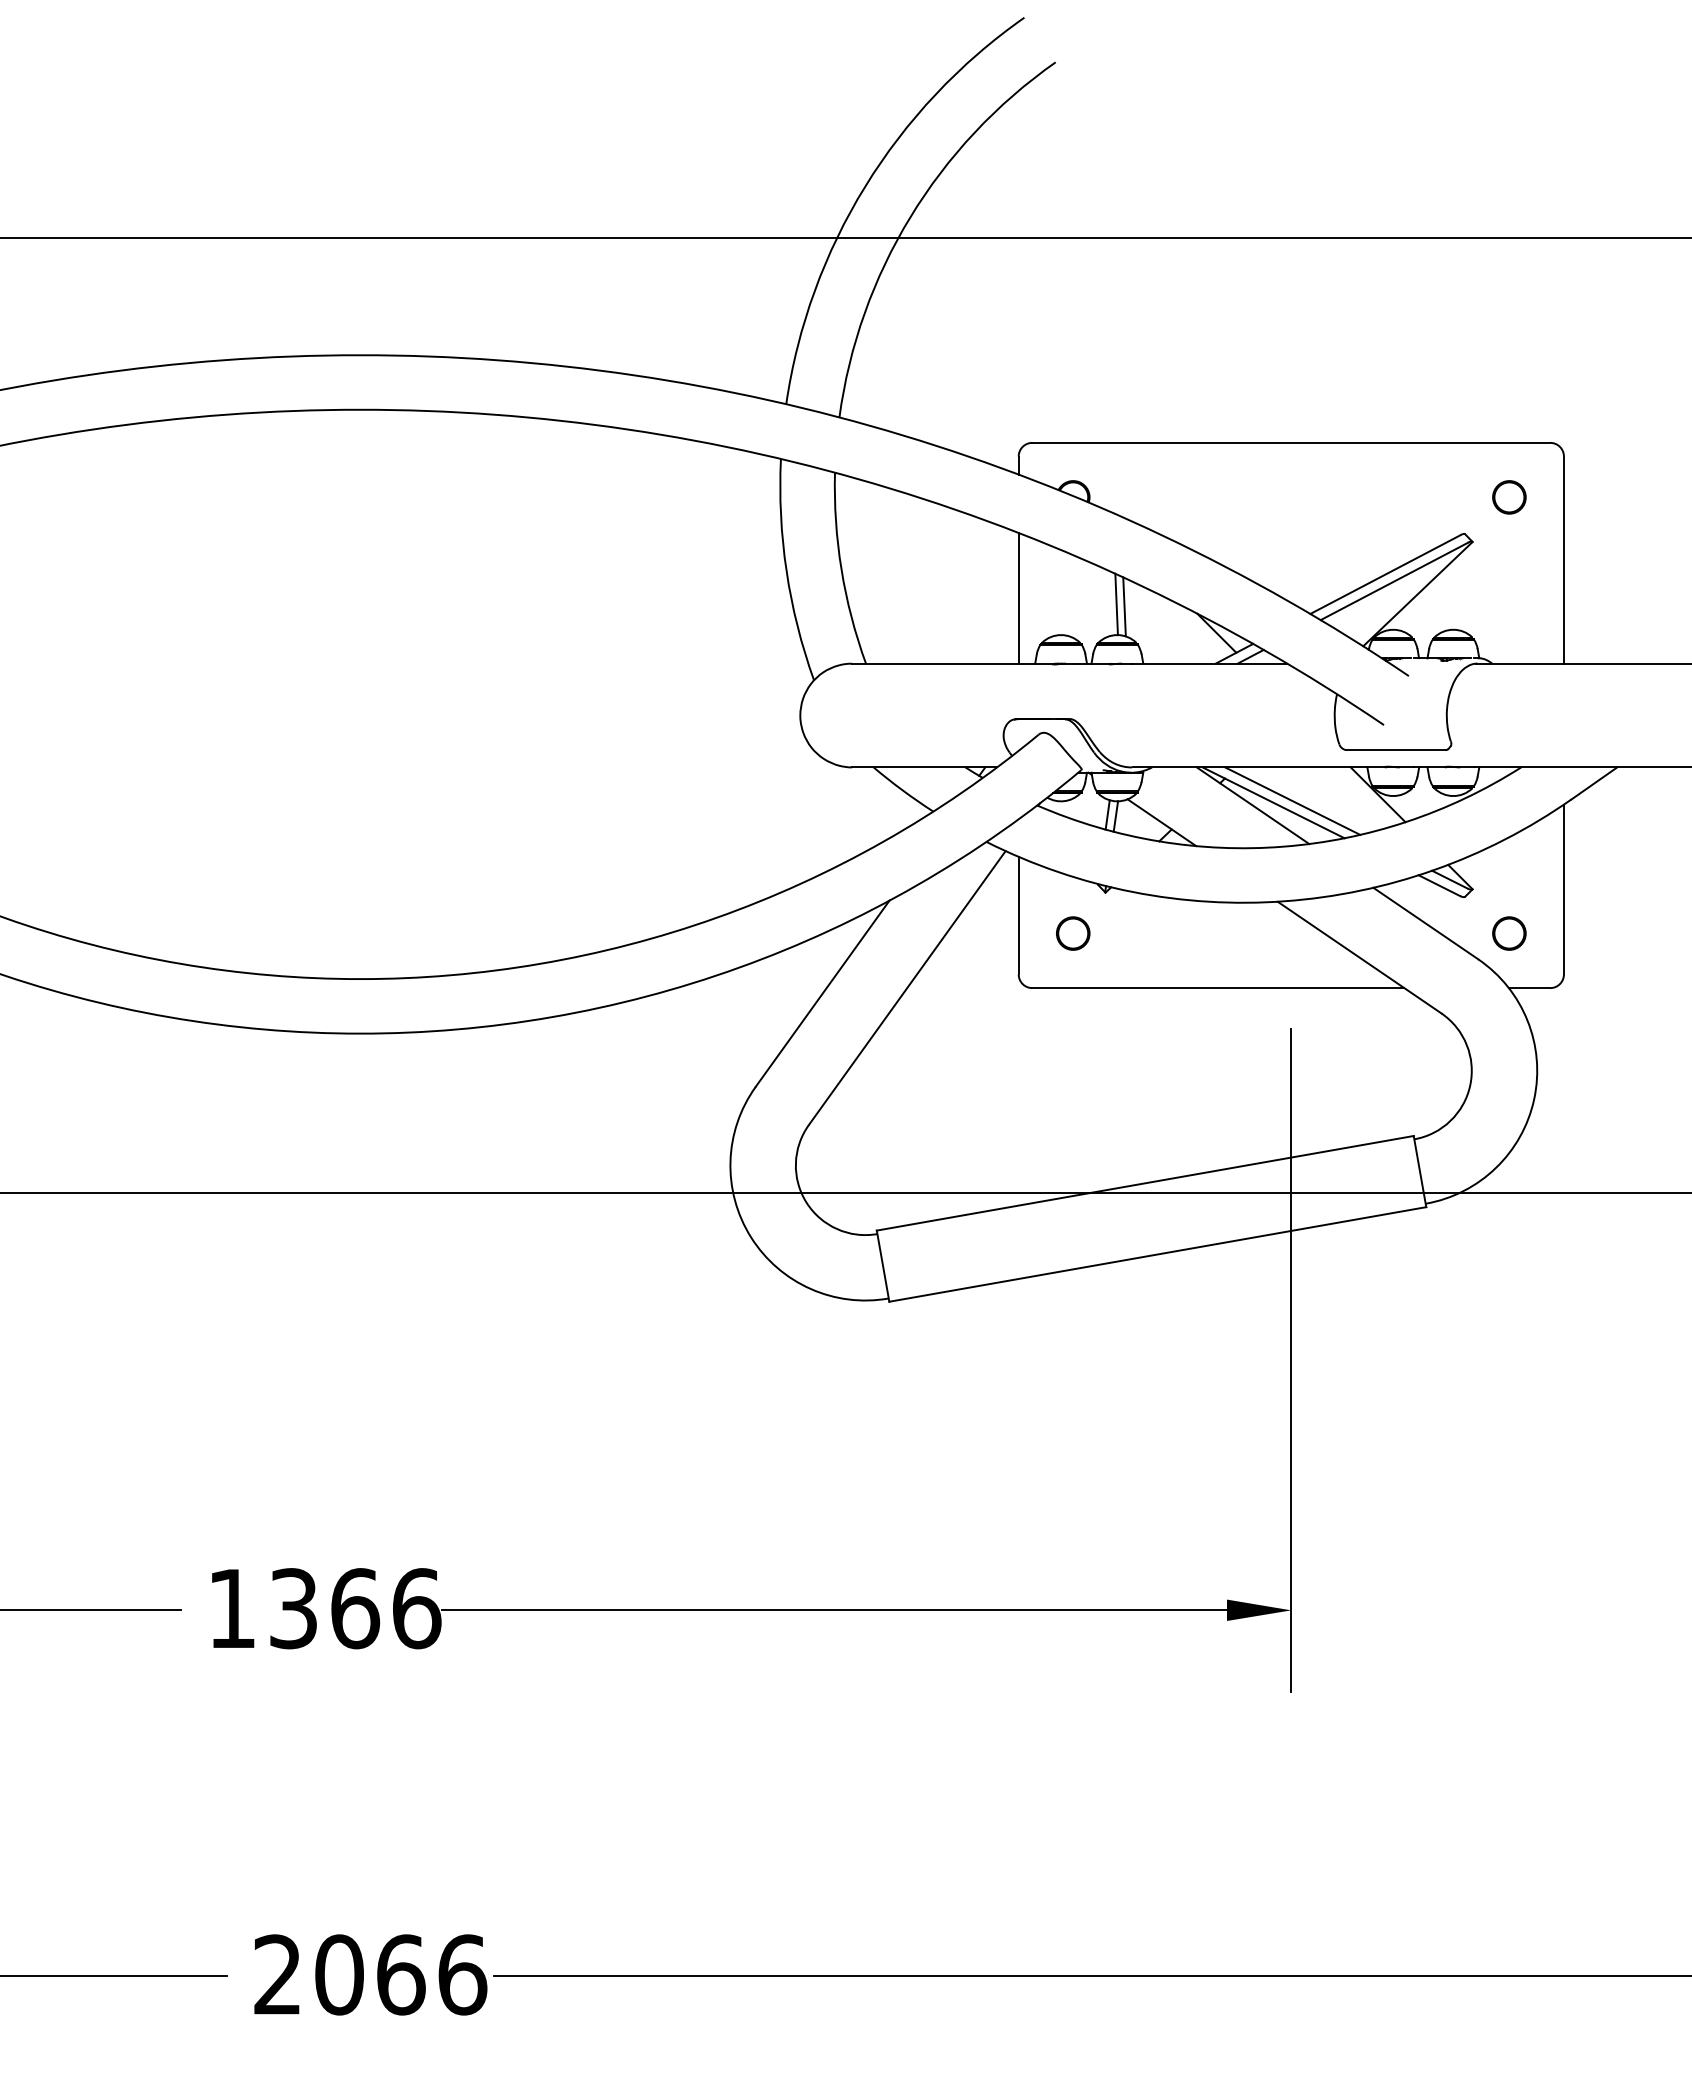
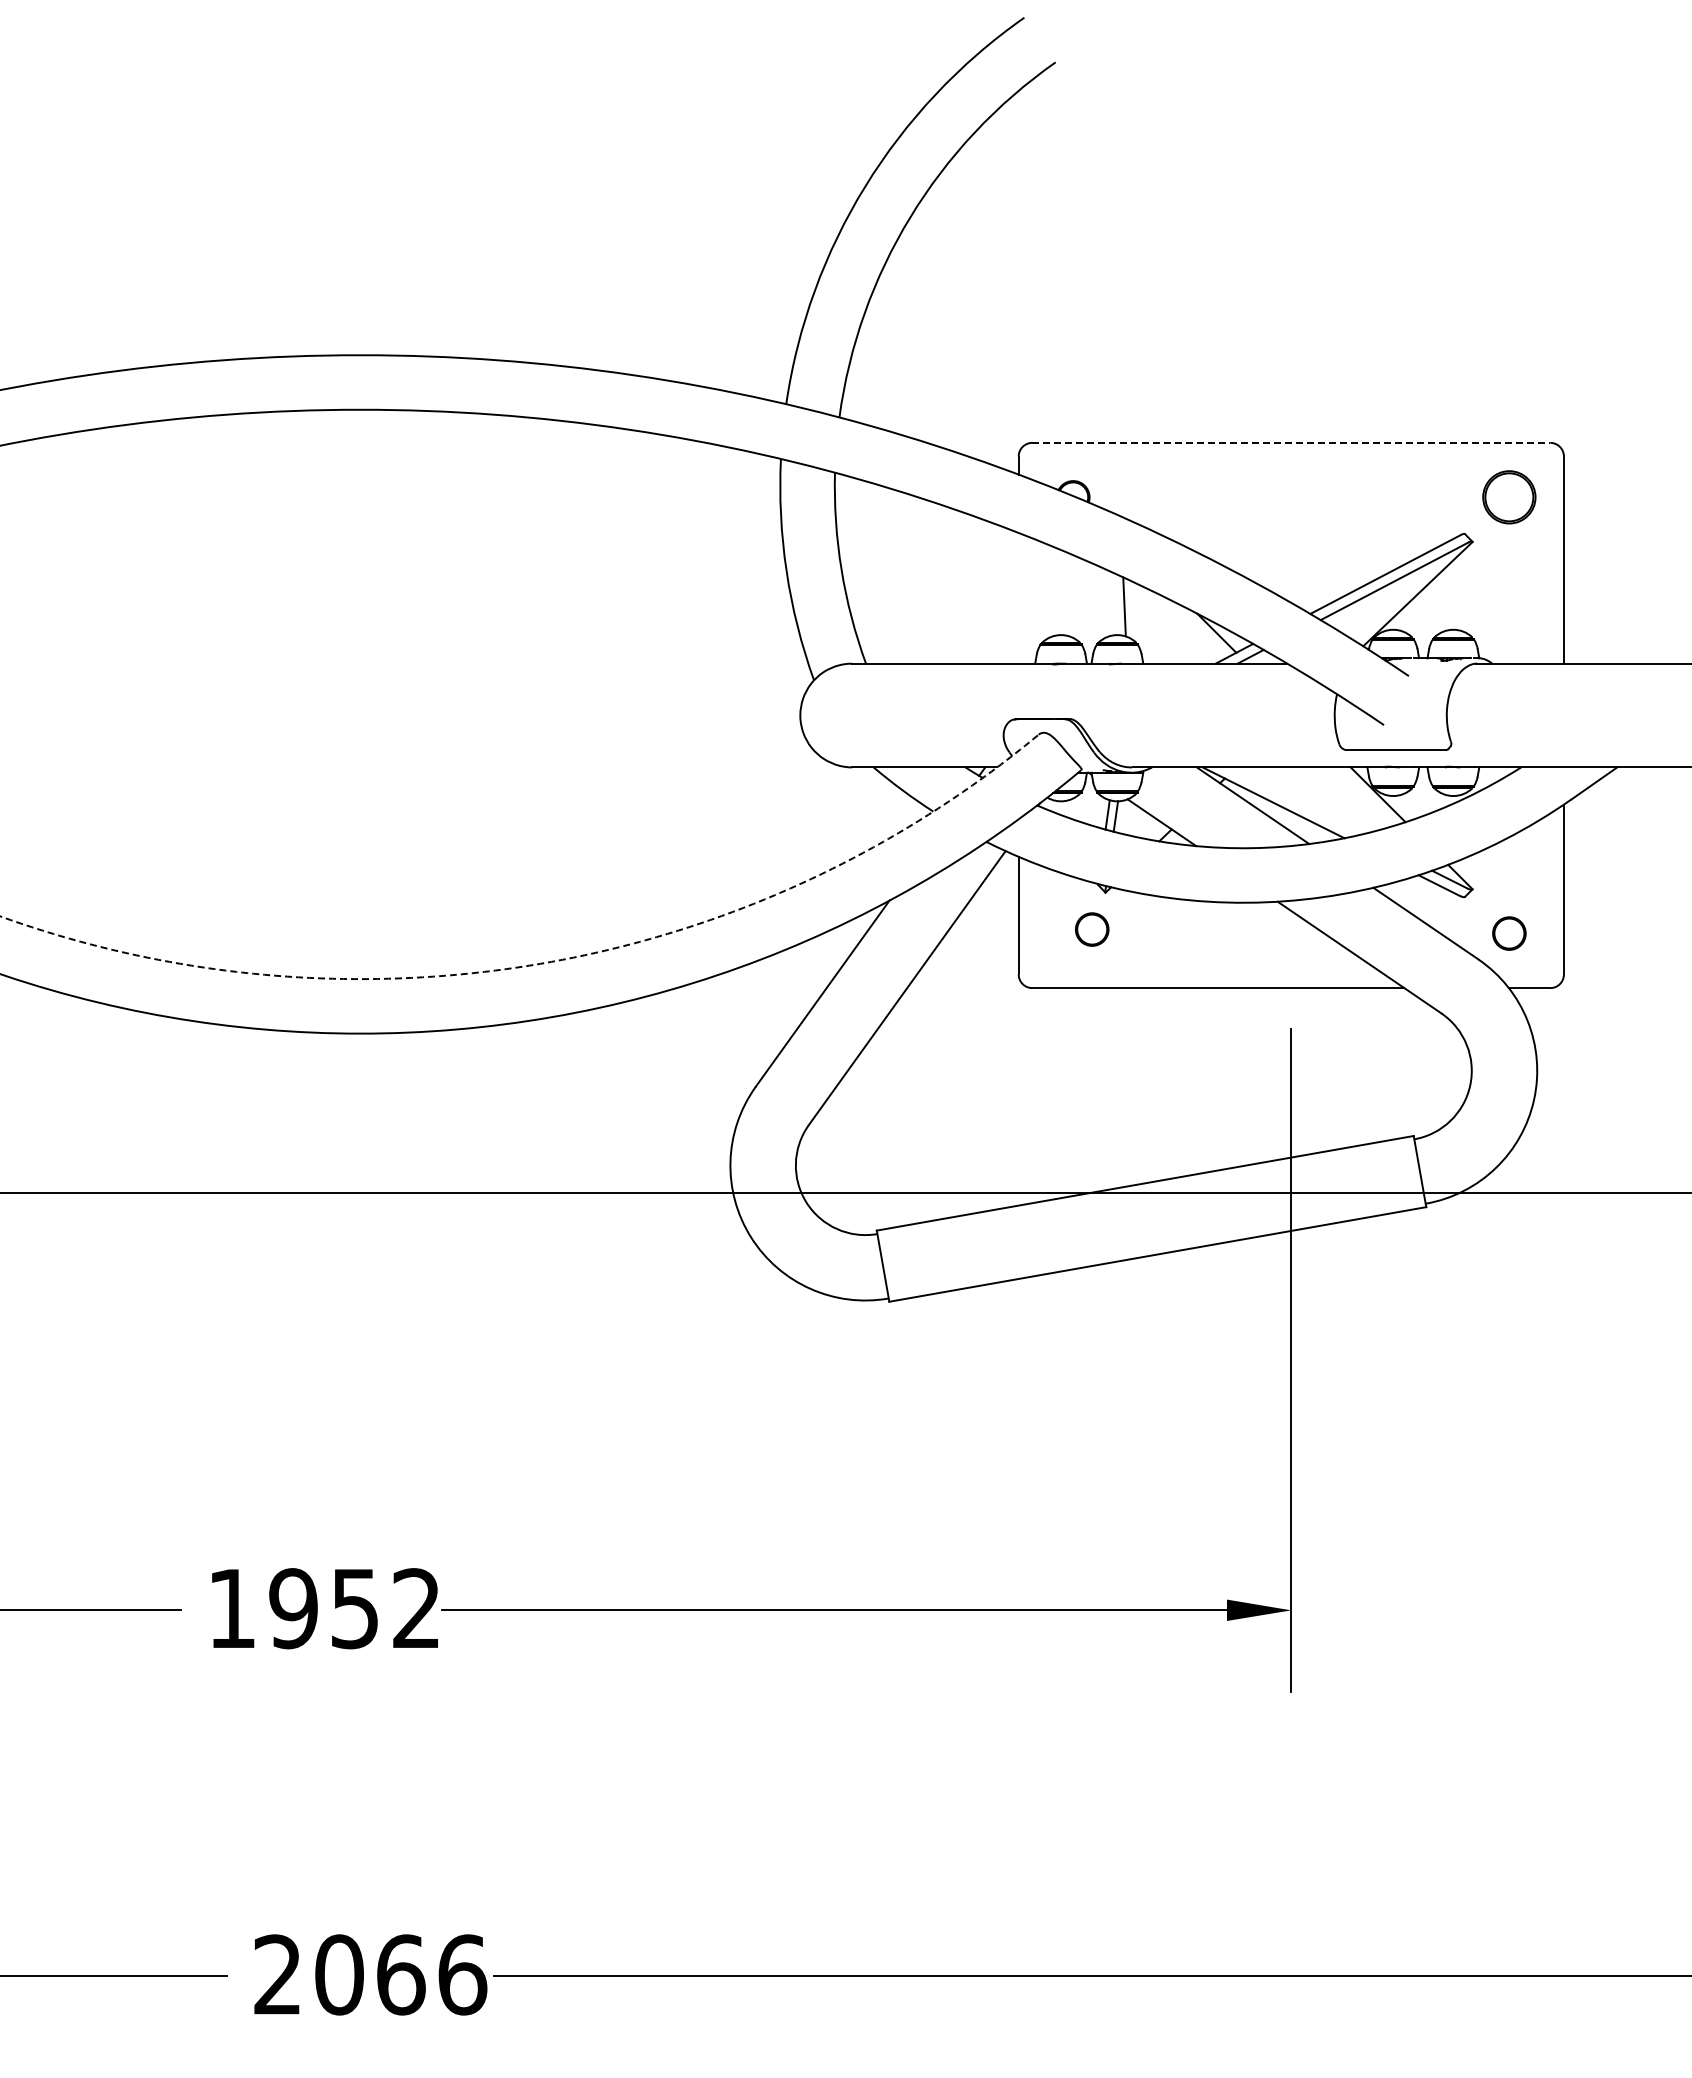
line at (845, 238): present -> none
line at (1291, 442): solid -> dashed
circle at (1509, 497) size: 35x35 px -> 55x55 px
line at (1018, 597): present -> none
line at (1116, 604): present -> none
line at (1292, 800): present -> none
circle at (1073, 933) position: (1073, 933) -> (1092, 929)
arc at (543, 963): solid -> dashed
text at (355, 1608): 1366 -> 1952
